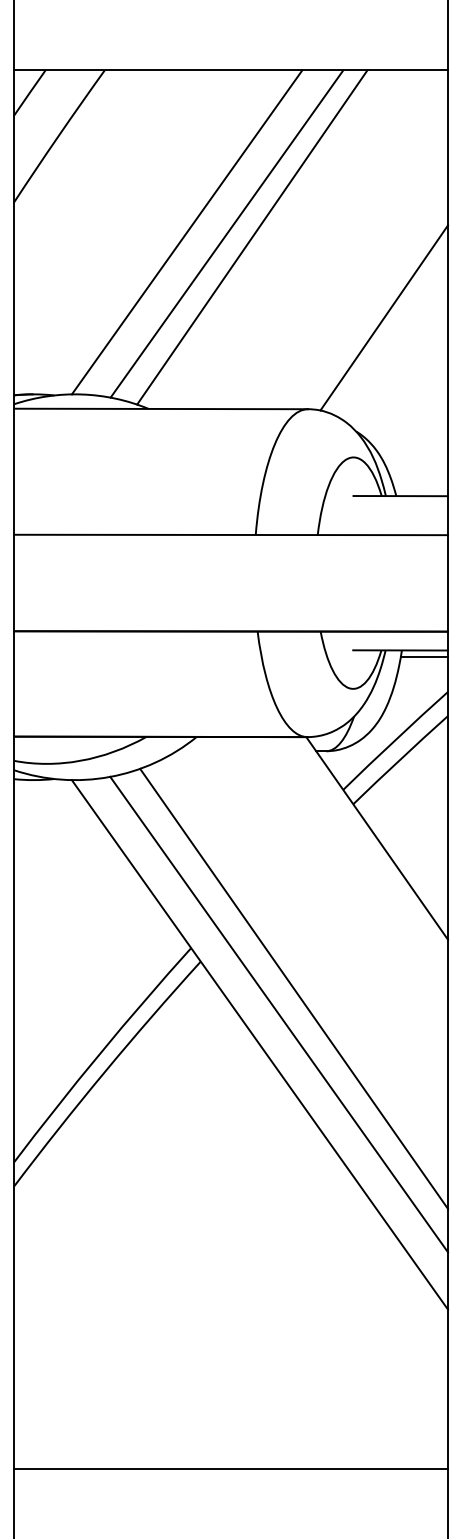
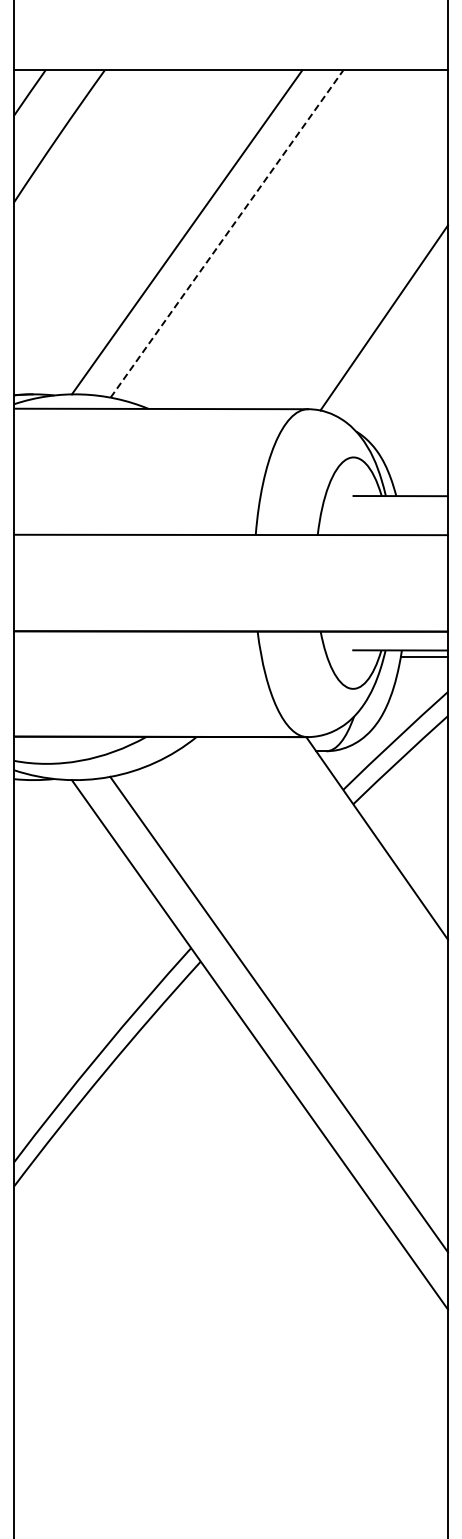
line at (227, 233): solid -> dashed
line at (252, 237): present -> none
line at (294, 988): present -> none
line at (231, 1468): present -> none
